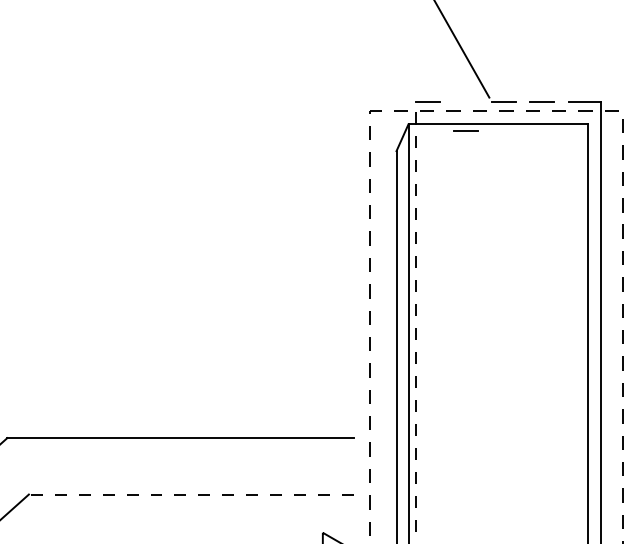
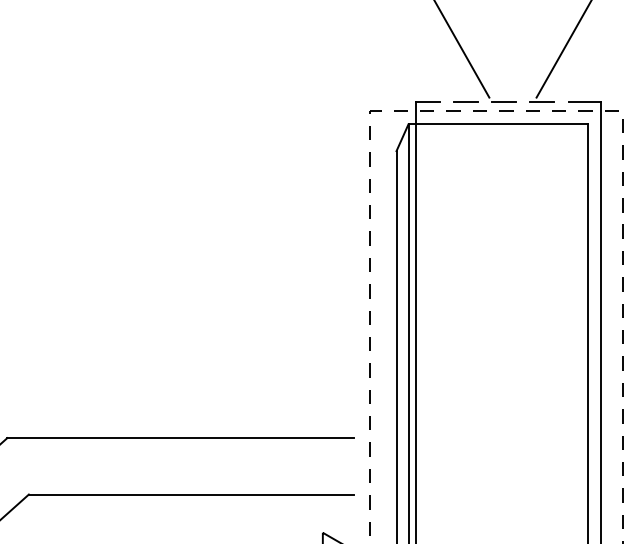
line at (563, 49): none -> present
line at (465, 130) position: (465, 130) -> (465, 101)
line at (415, 322): dashed -> solid
line at (191, 494): dashed -> solid
